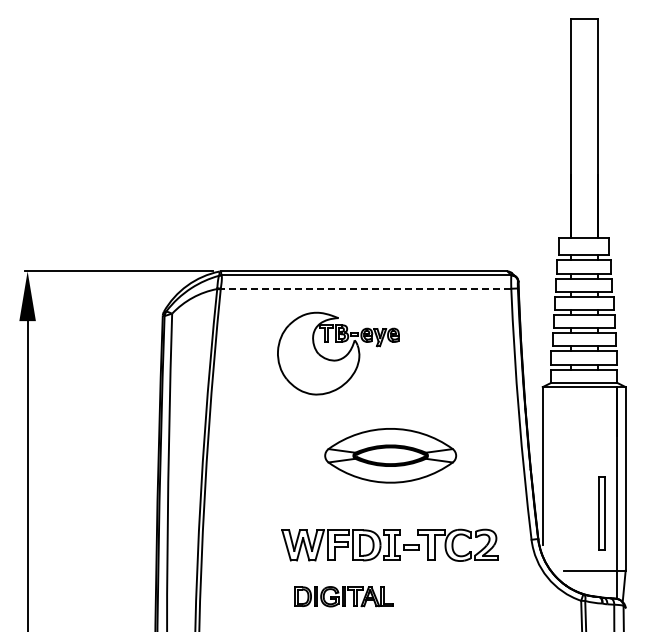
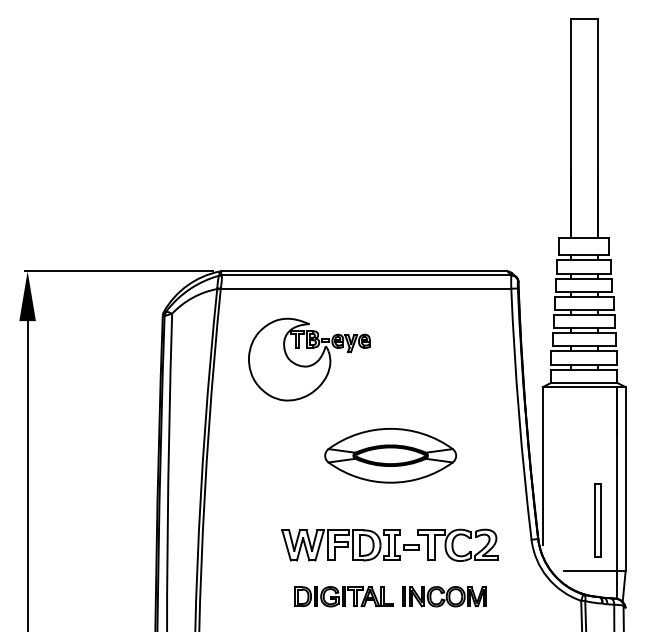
line at (365, 288): dashed -> solid
part at (338, 353) position: (338, 353) -> (309, 359)
part at (601, 513) position: (601, 513) -> (597, 520)
part at (444, 596): none -> present
